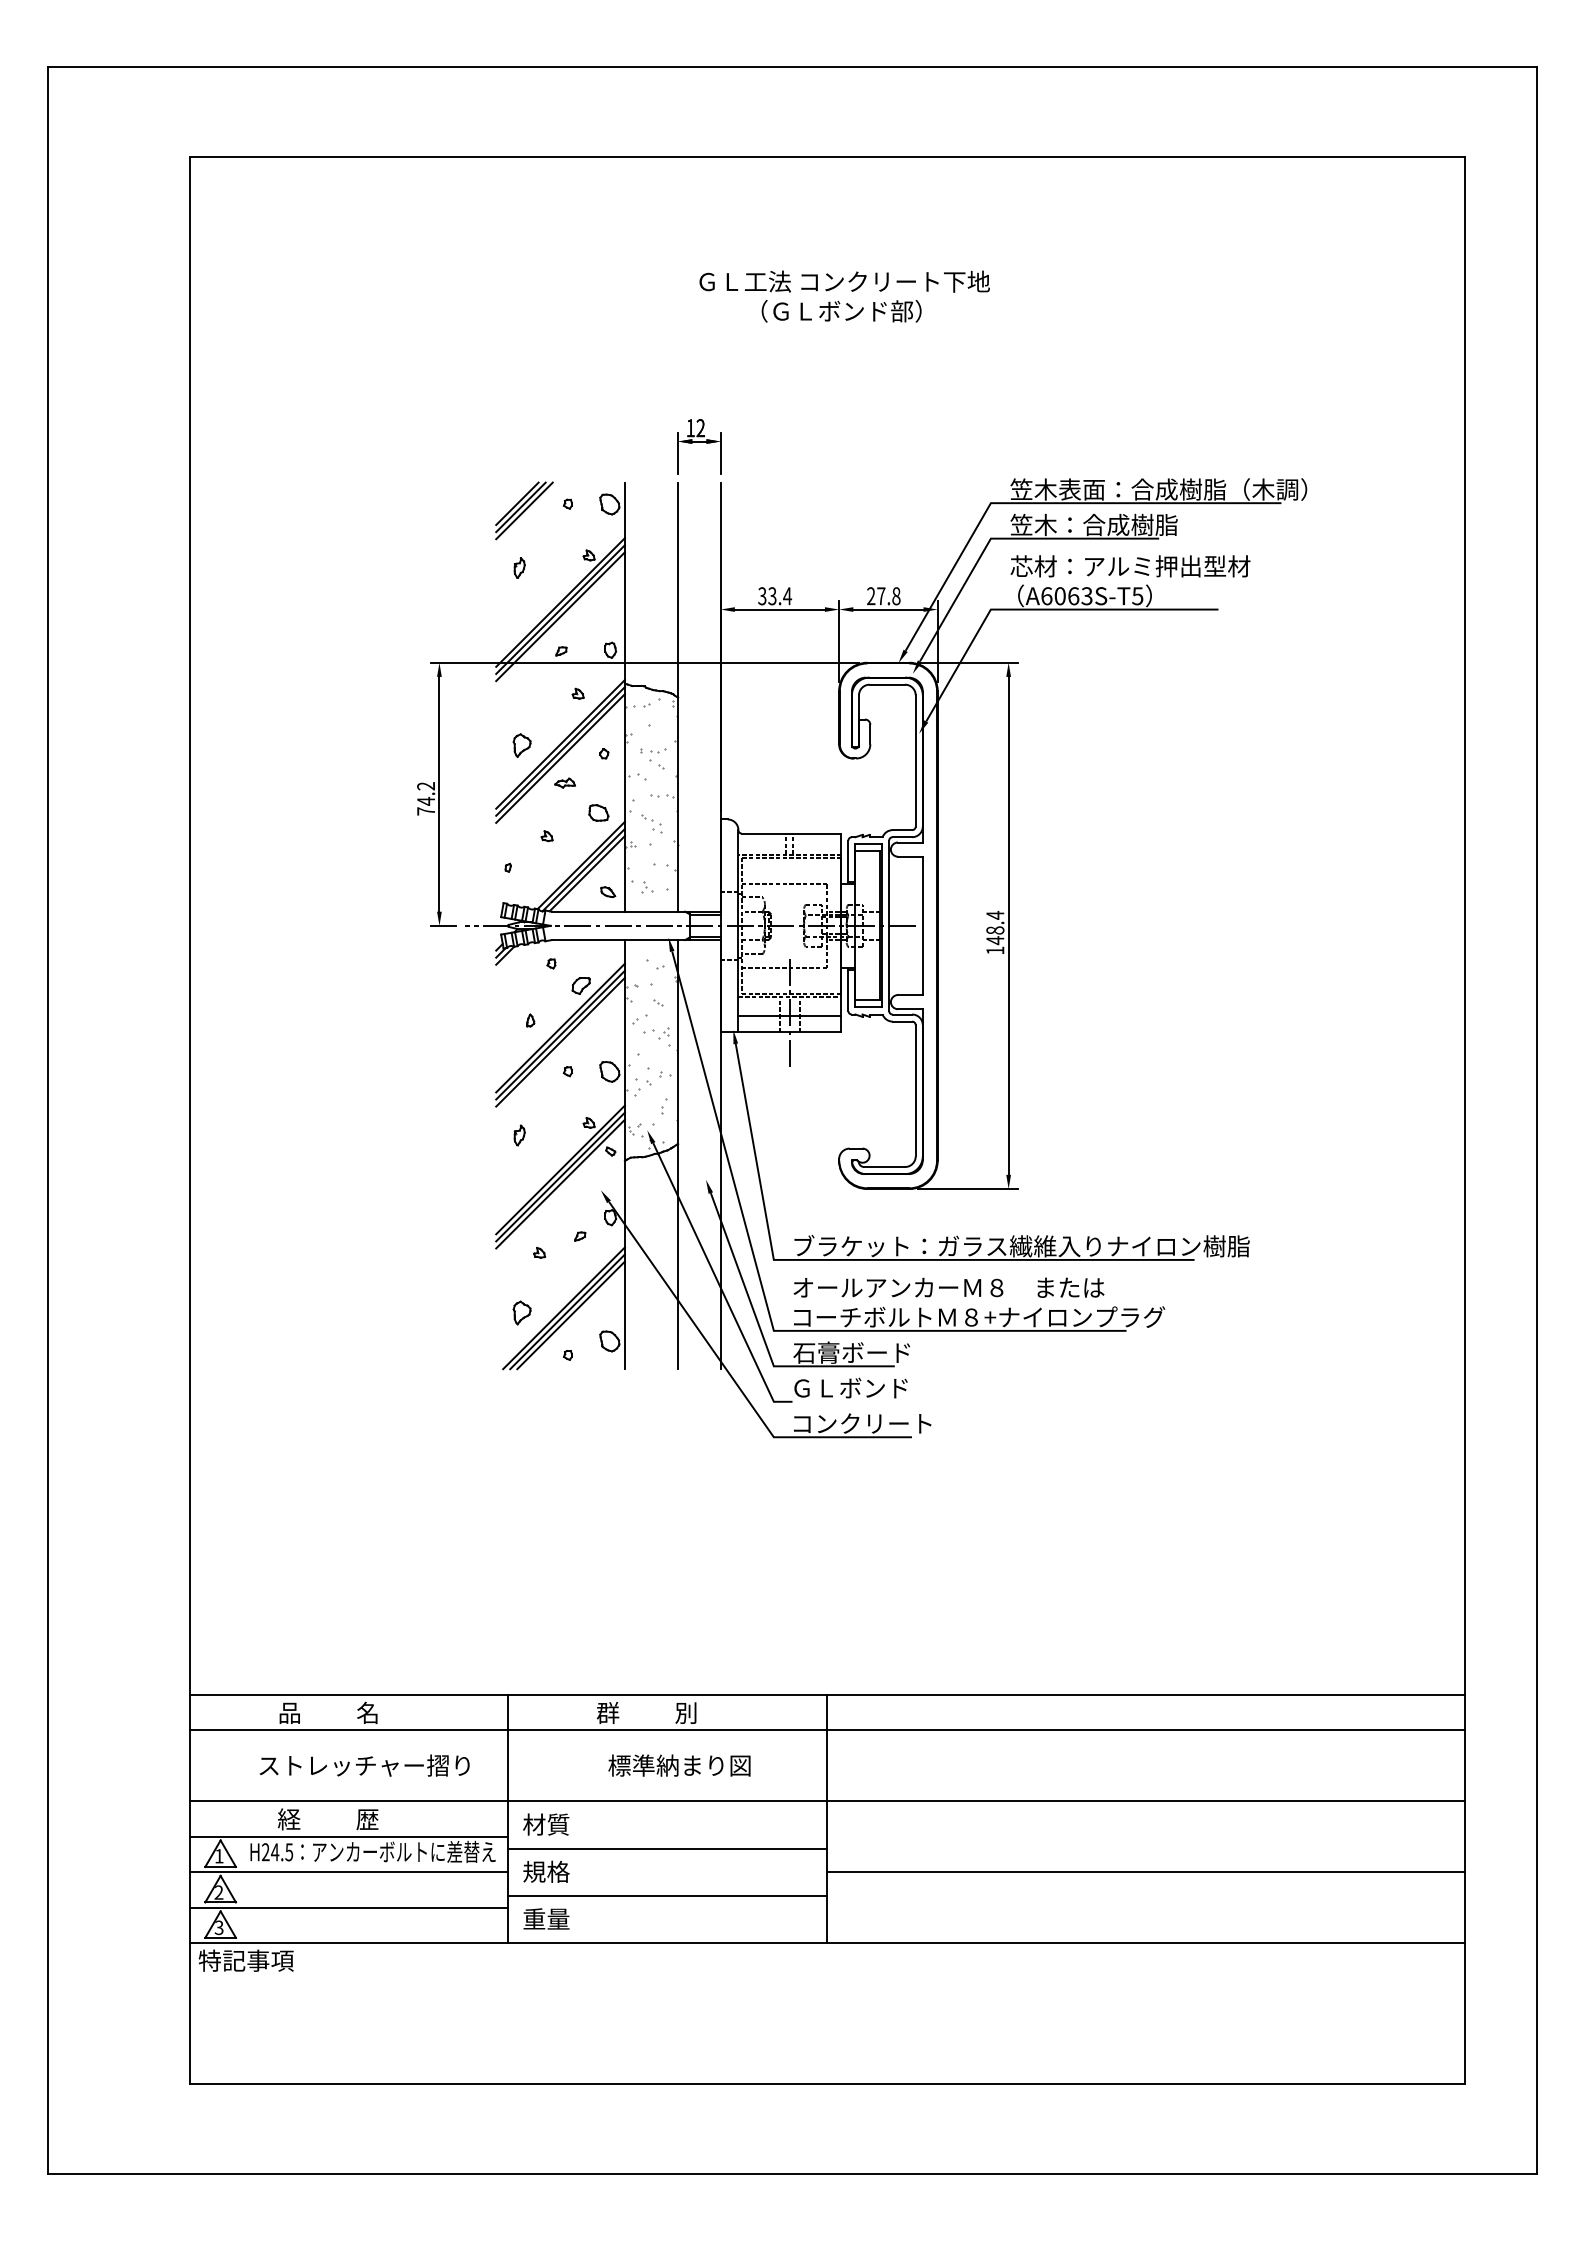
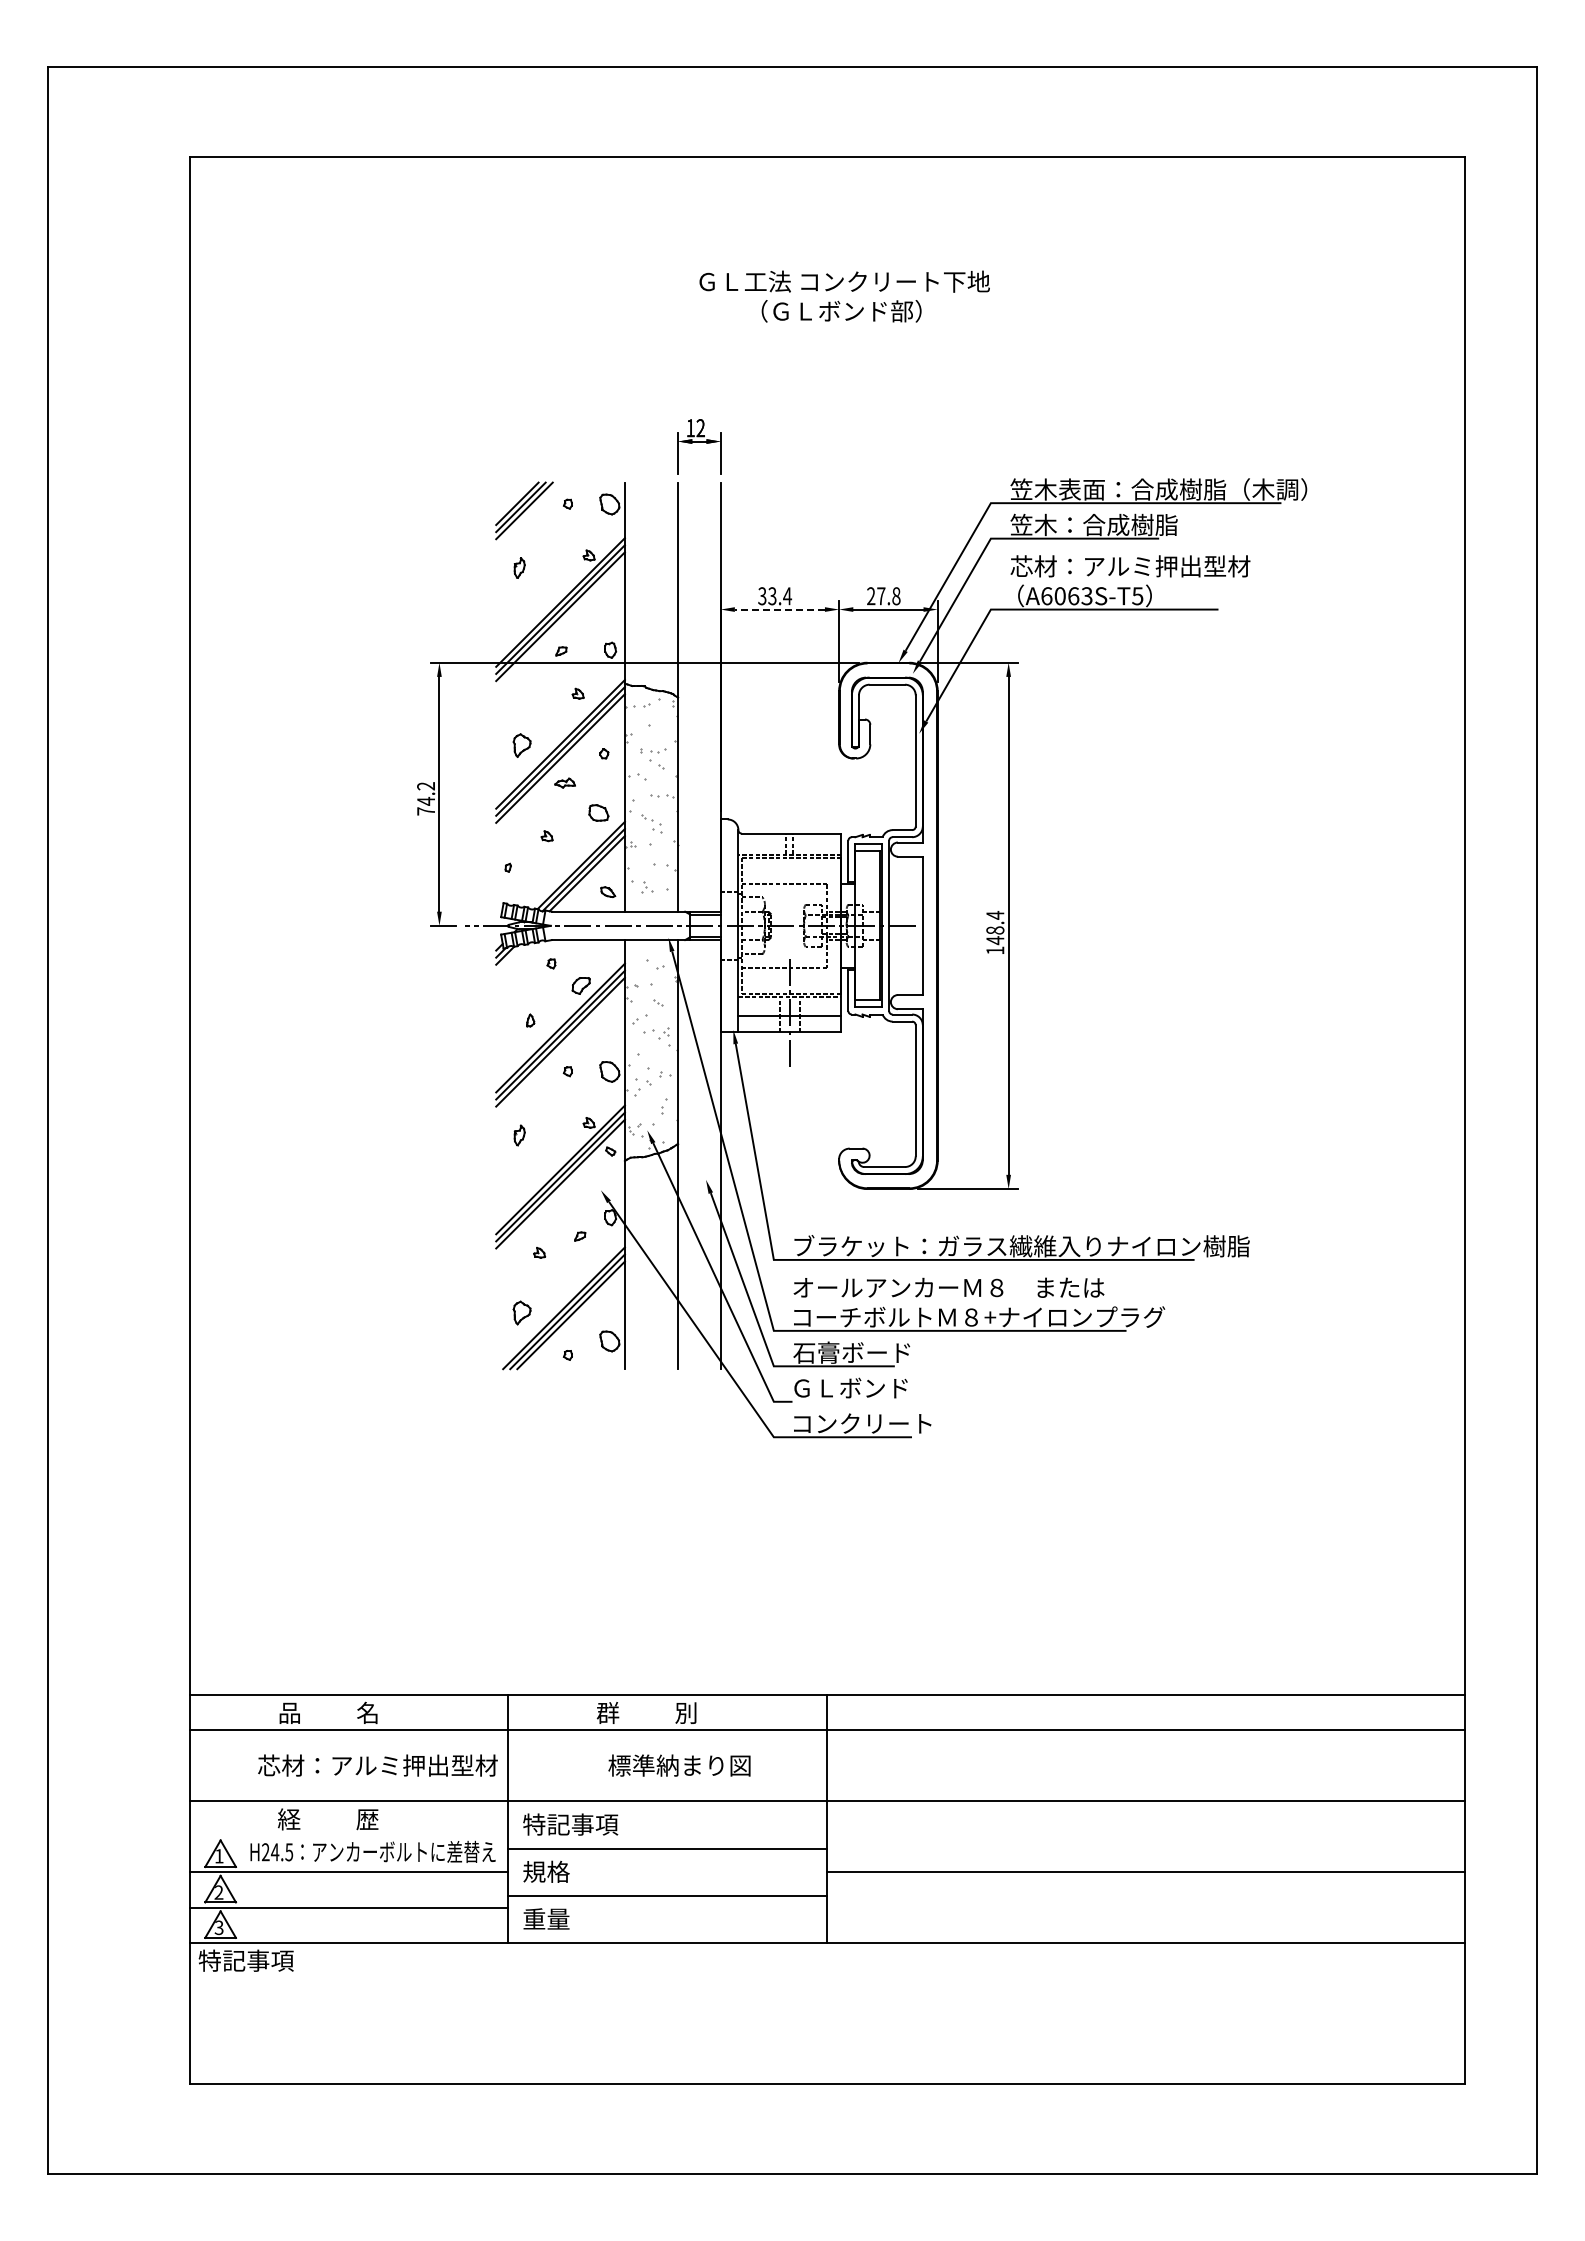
line at (779, 609): solid -> dashed
text at (377, 1765): ストレッチャー摺り -> 芯材：アルミ押出型材
text at (570, 1824): 材質 -> 特記事項
line at (348, 1836): present -> none
